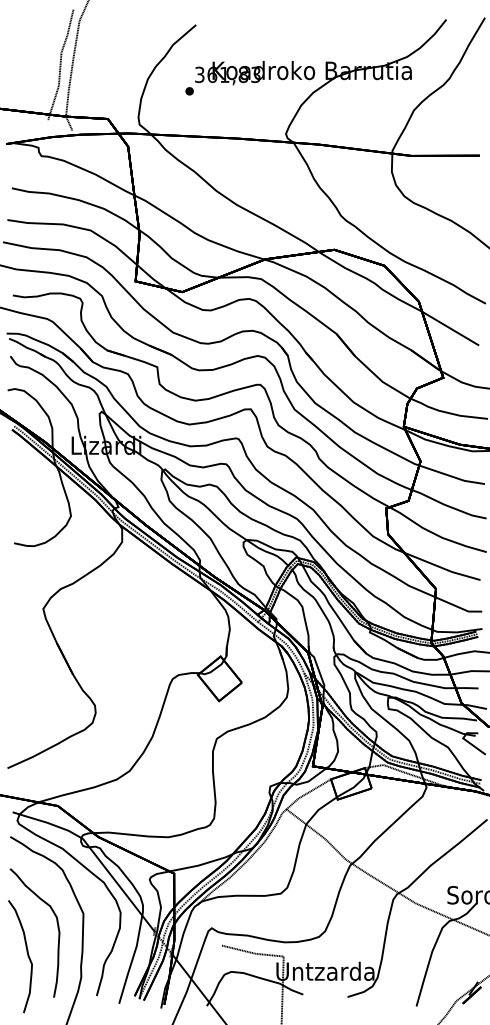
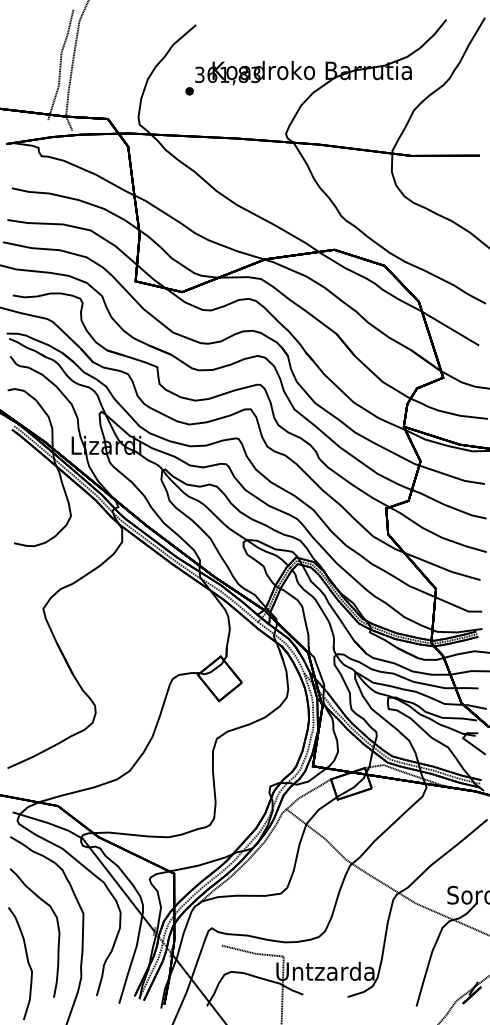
curve at (27, 956) position: (27, 956) -> (27, 963)
